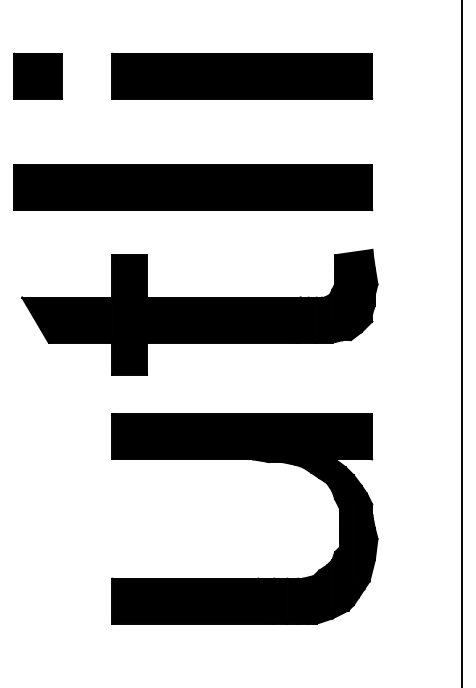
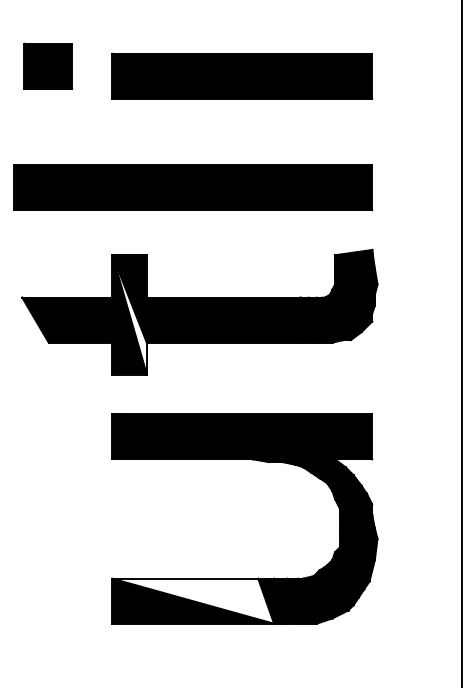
part at (38, 75) position: (38, 75) -> (48, 65)
fill at (129, 314): present -> none
fill at (193, 600): present -> none
